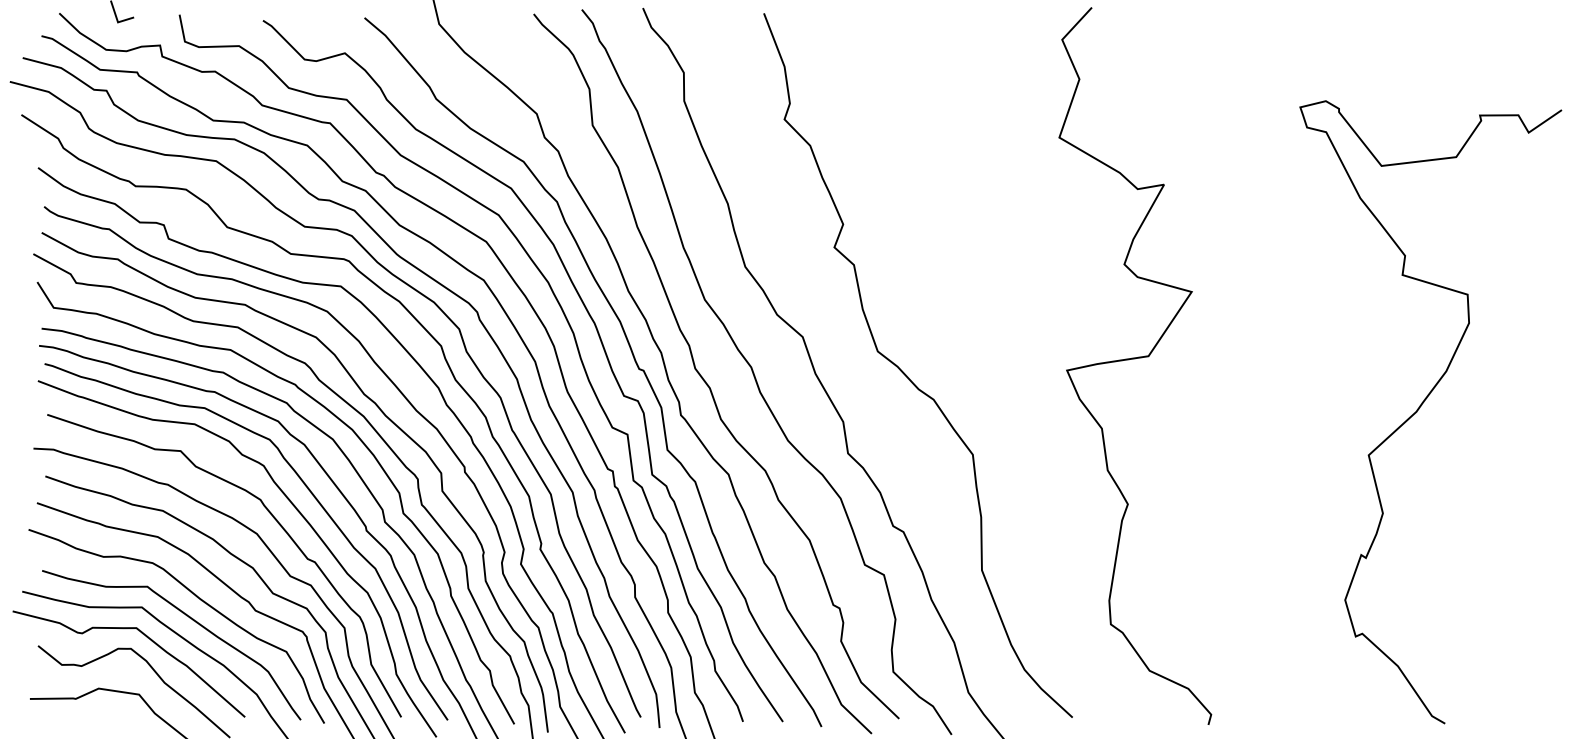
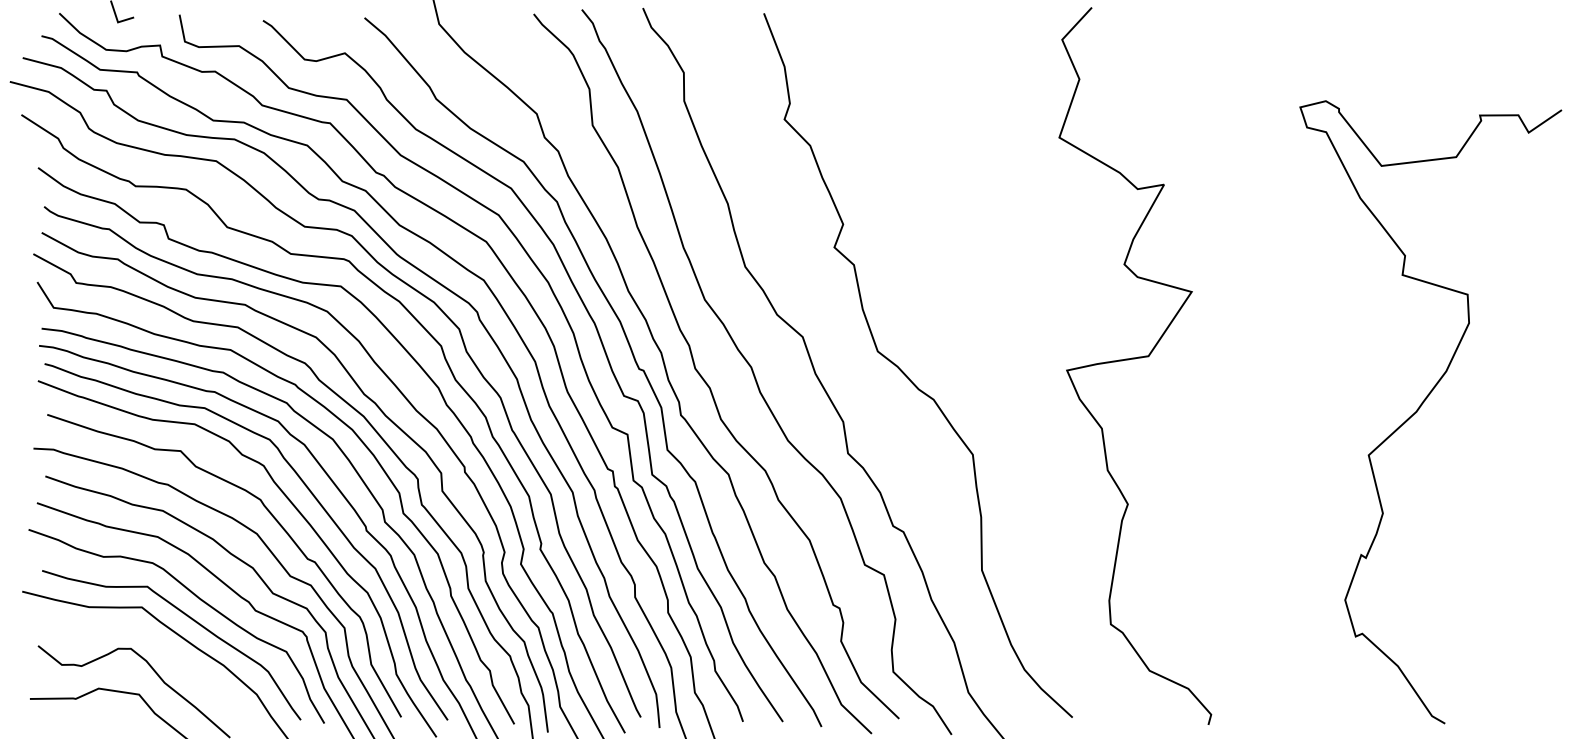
curve at (147, 638): present -> none
